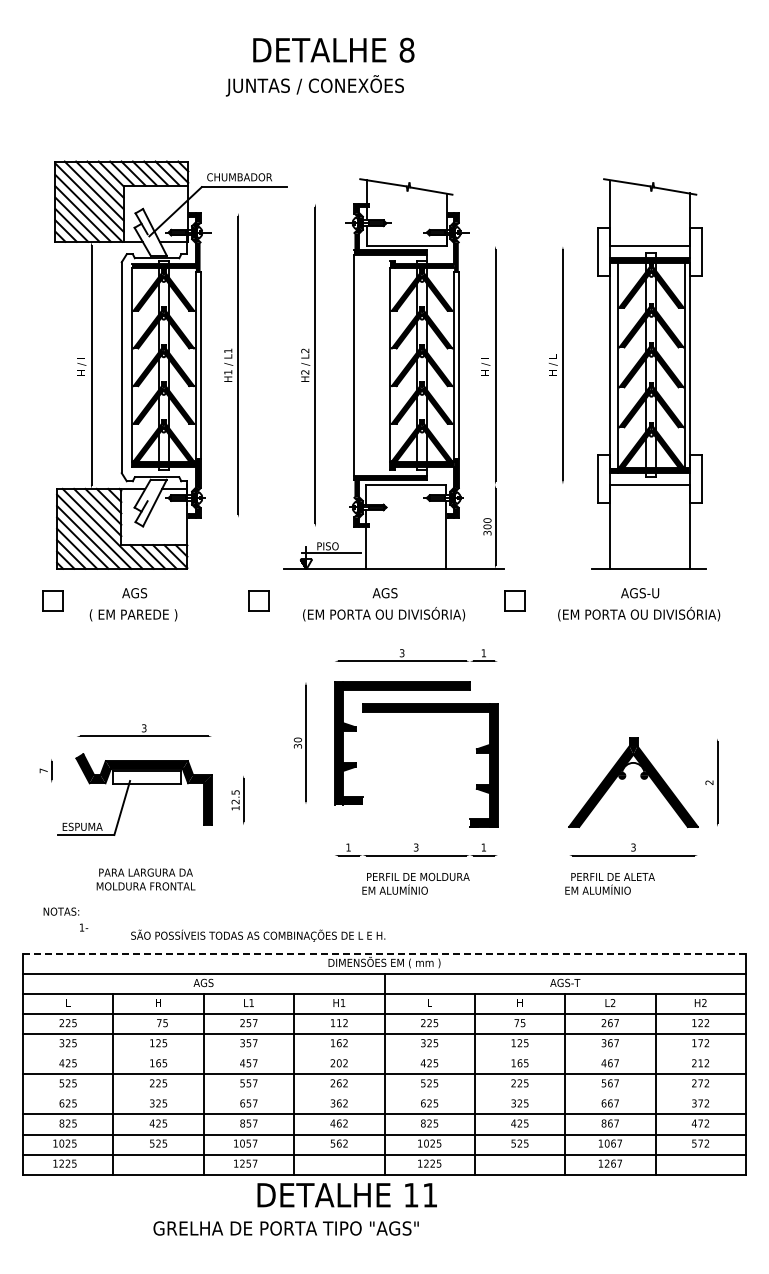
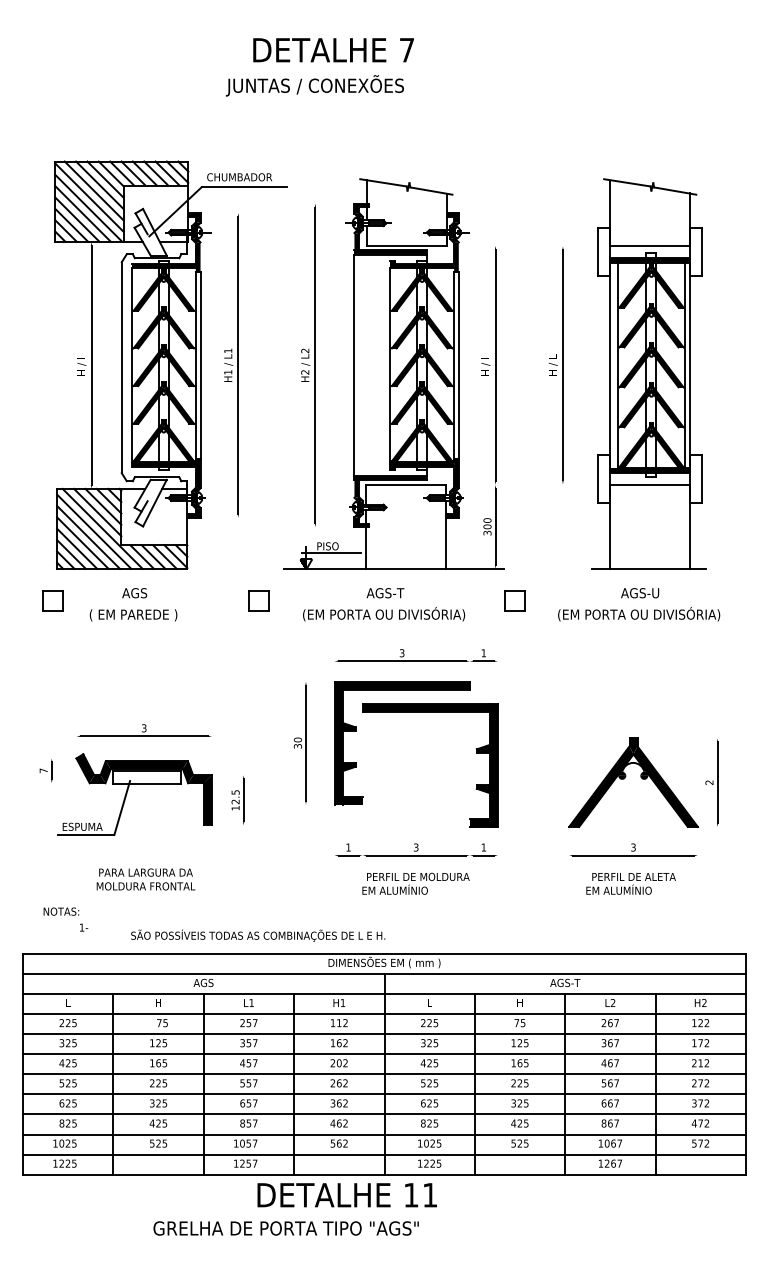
text at (406, 49): 8 -> 7
text at (385, 593): AGS -> AGS-T
text at (609, 883) position: (609, 883) -> (630, 883)
line at (385, 953): dashed -> solid
line at (384, 1054): none -> present
line at (384, 1094): none -> present
